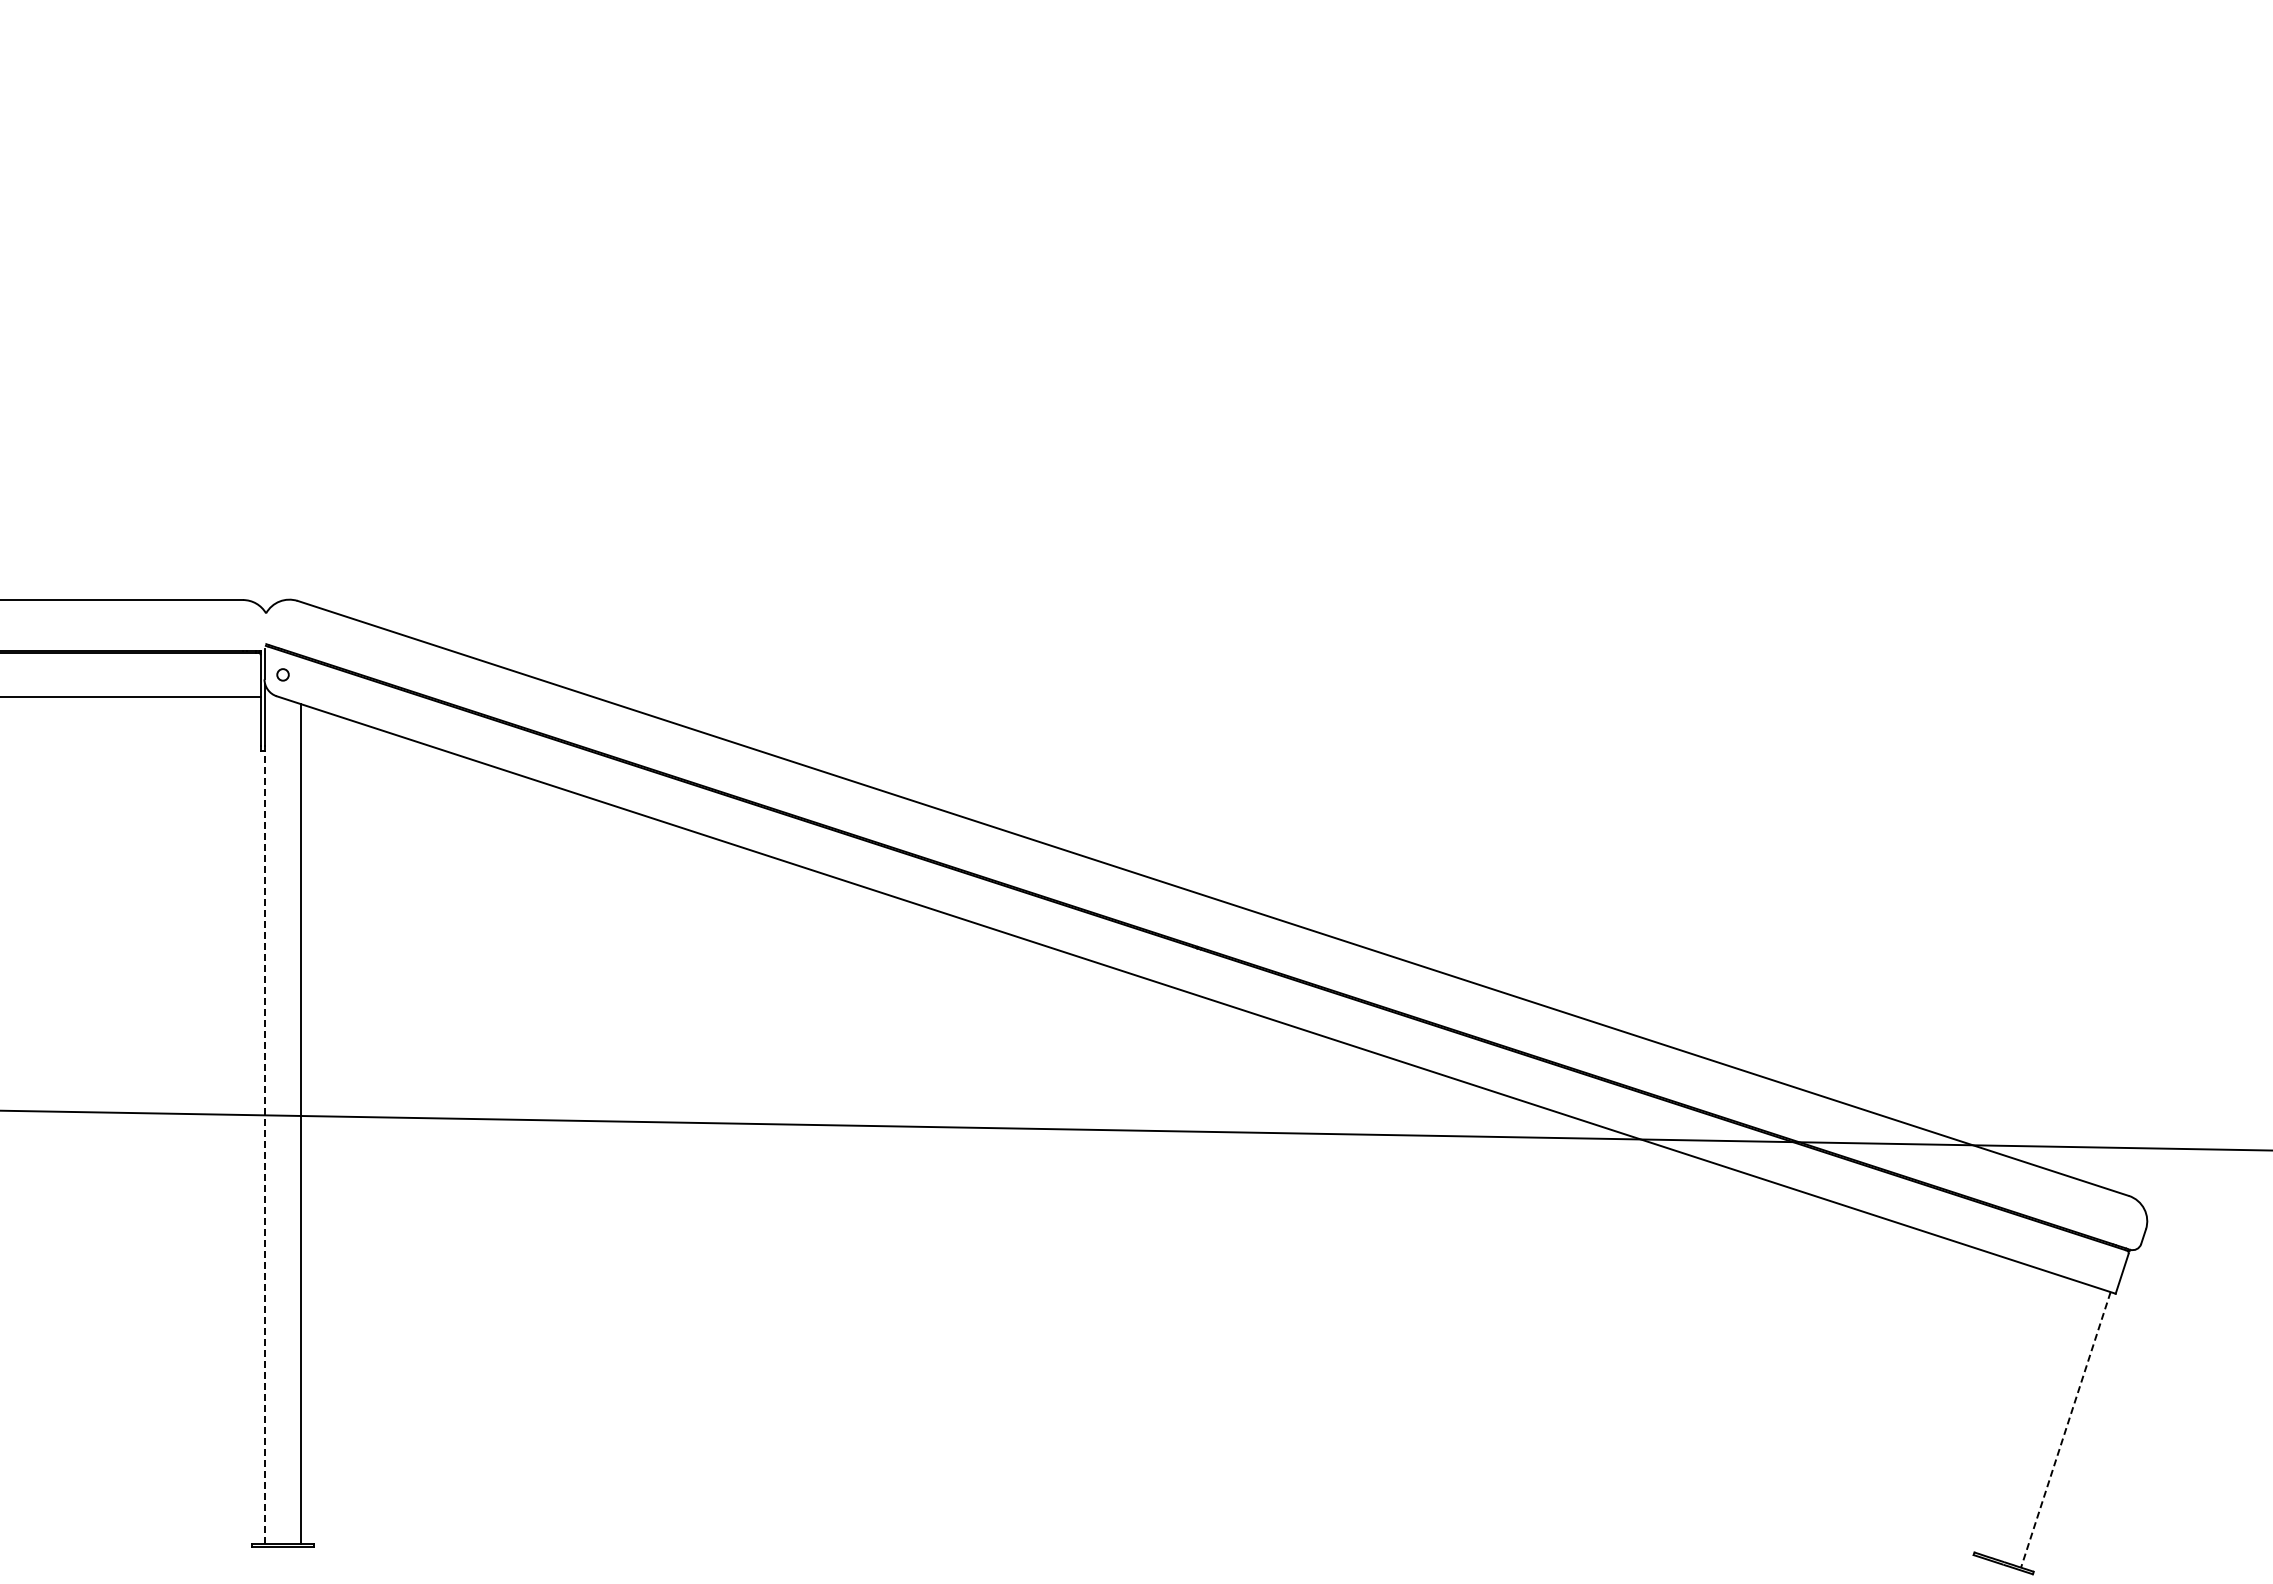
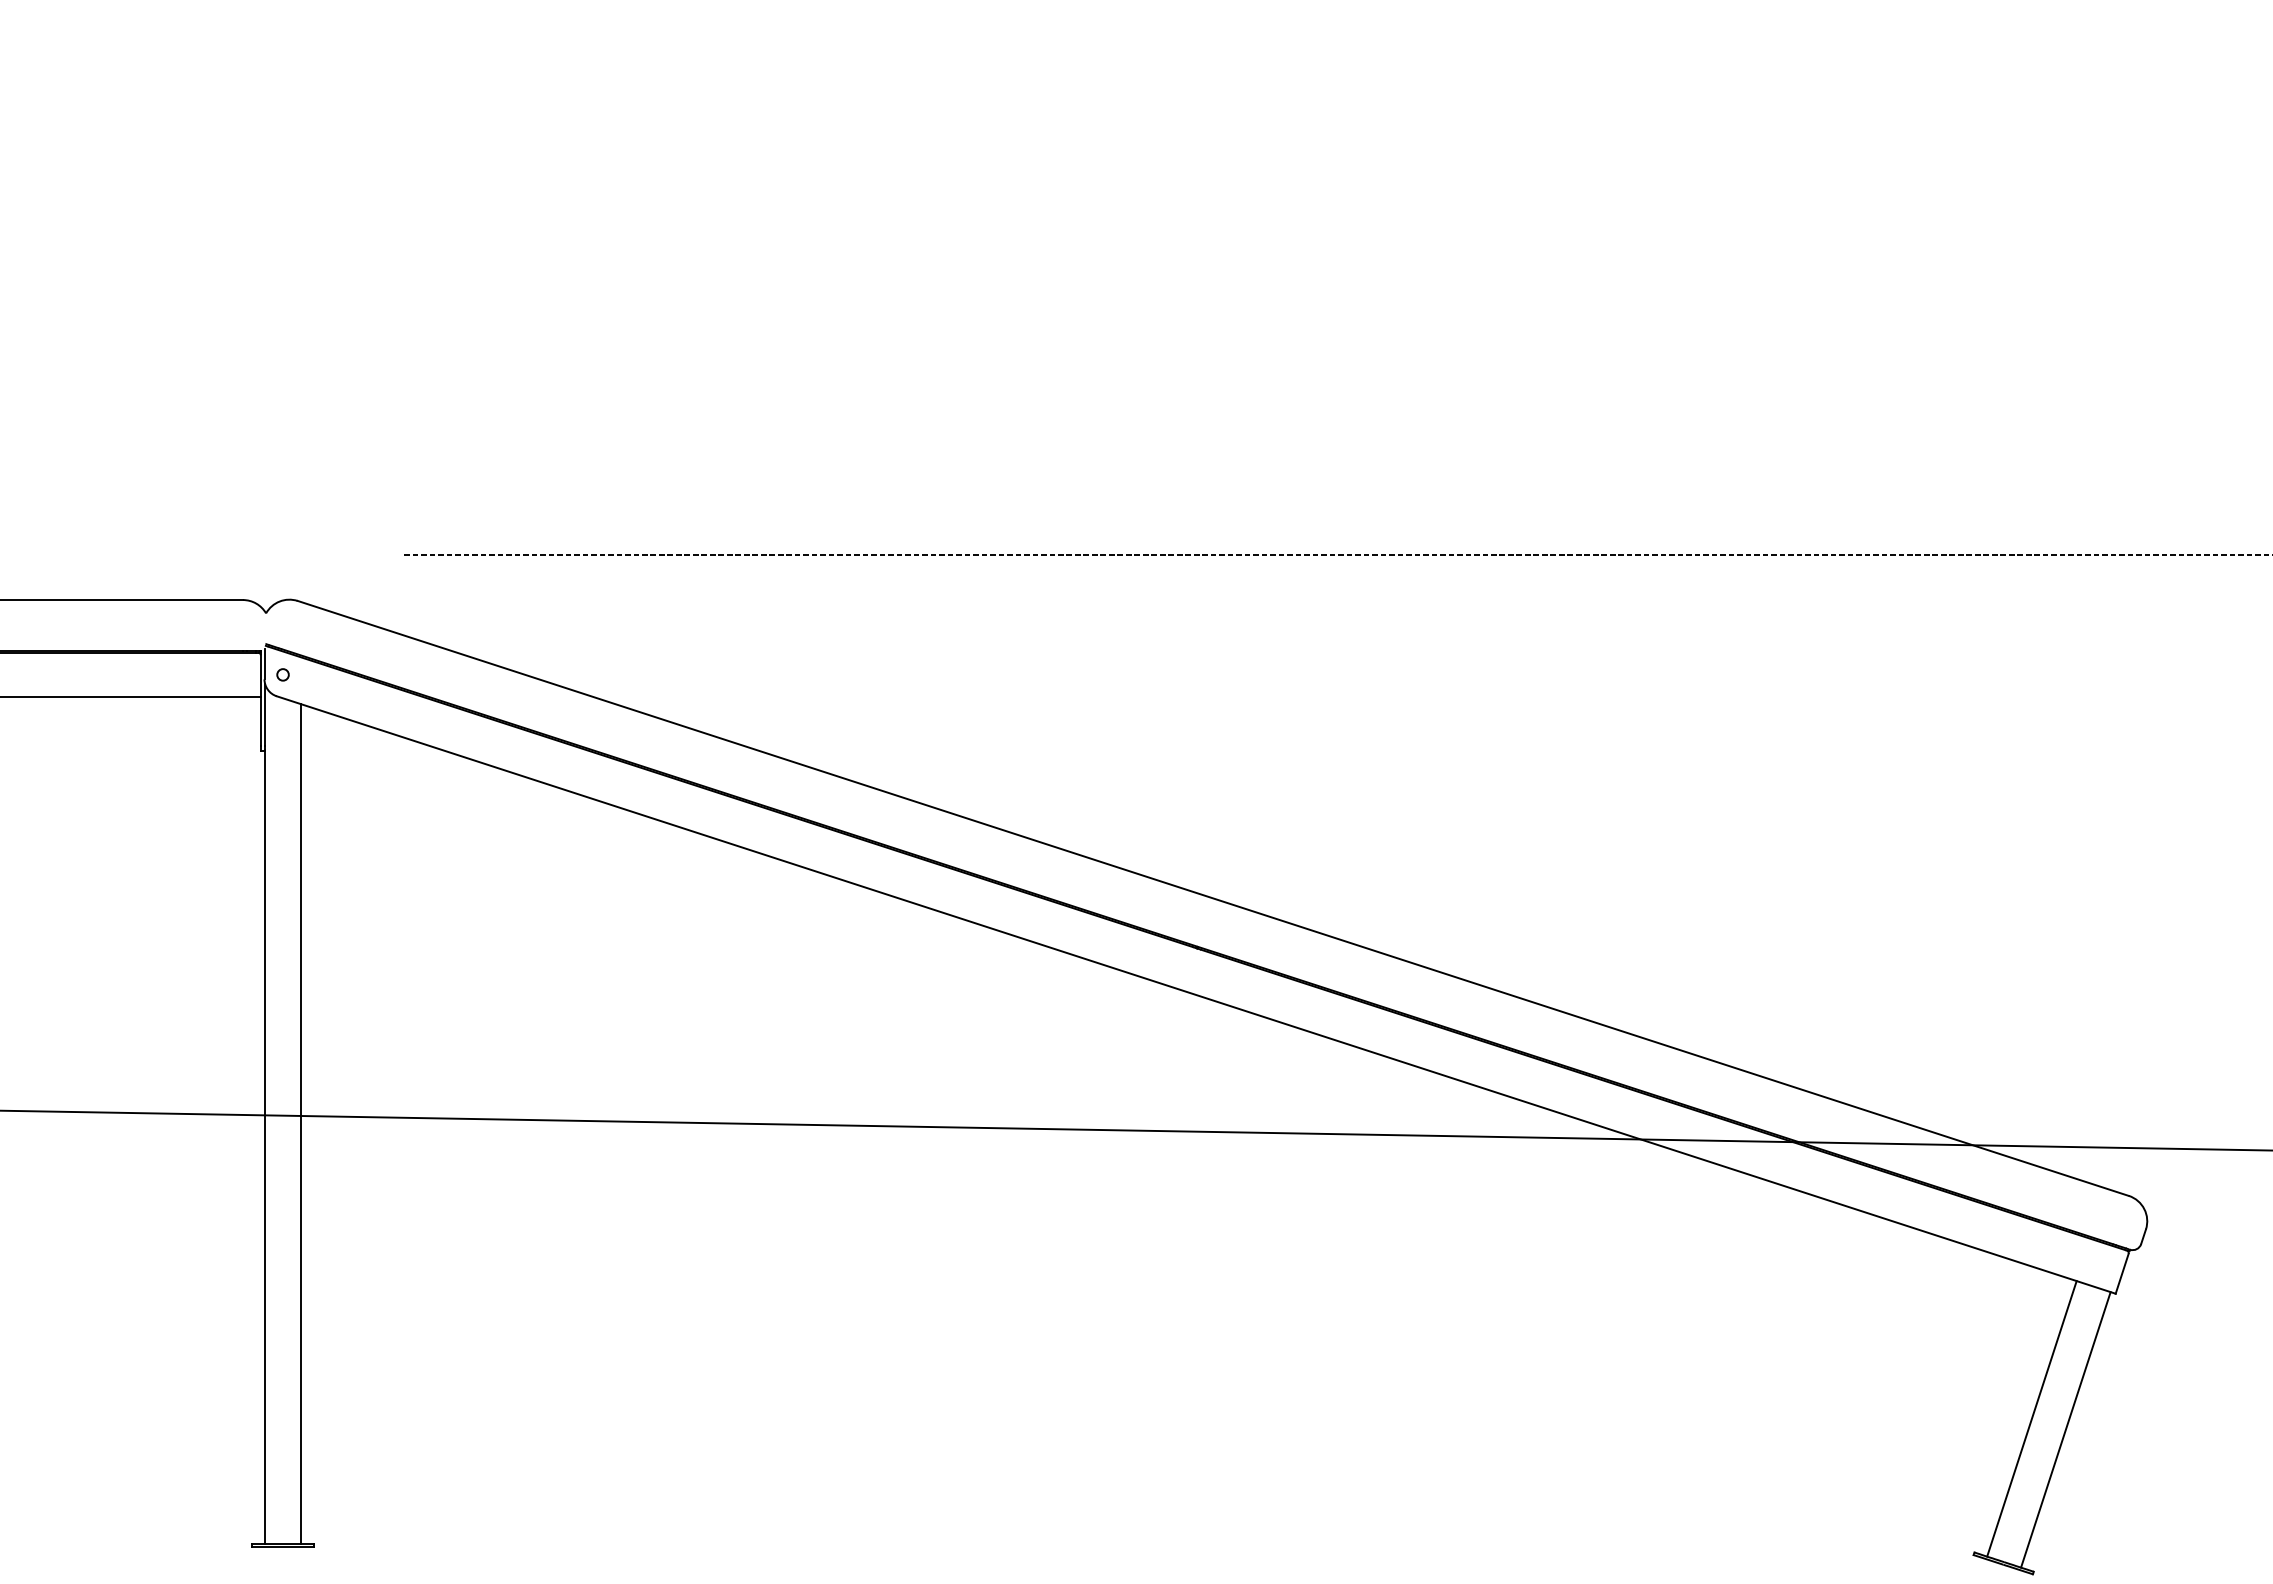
line at (1336, 555): none -> present
line at (265, 1147): dashed -> solid
line at (2031, 1418): none -> present
line at (2065, 1429): dashed -> solid
